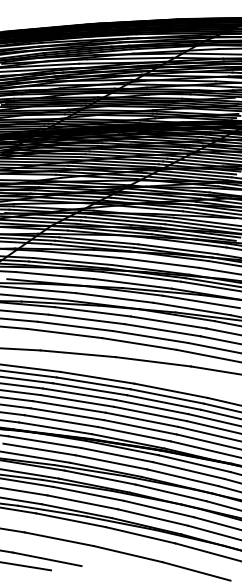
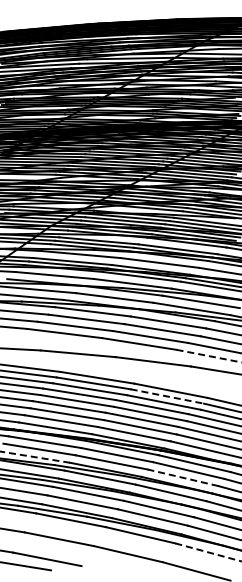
line at (209, 356): solid -> dashed
line at (167, 396): solid -> dashed
line at (35, 457): solid -> dashed
line at (183, 477): solid -> dashed
line at (208, 552): solid -> dashed
